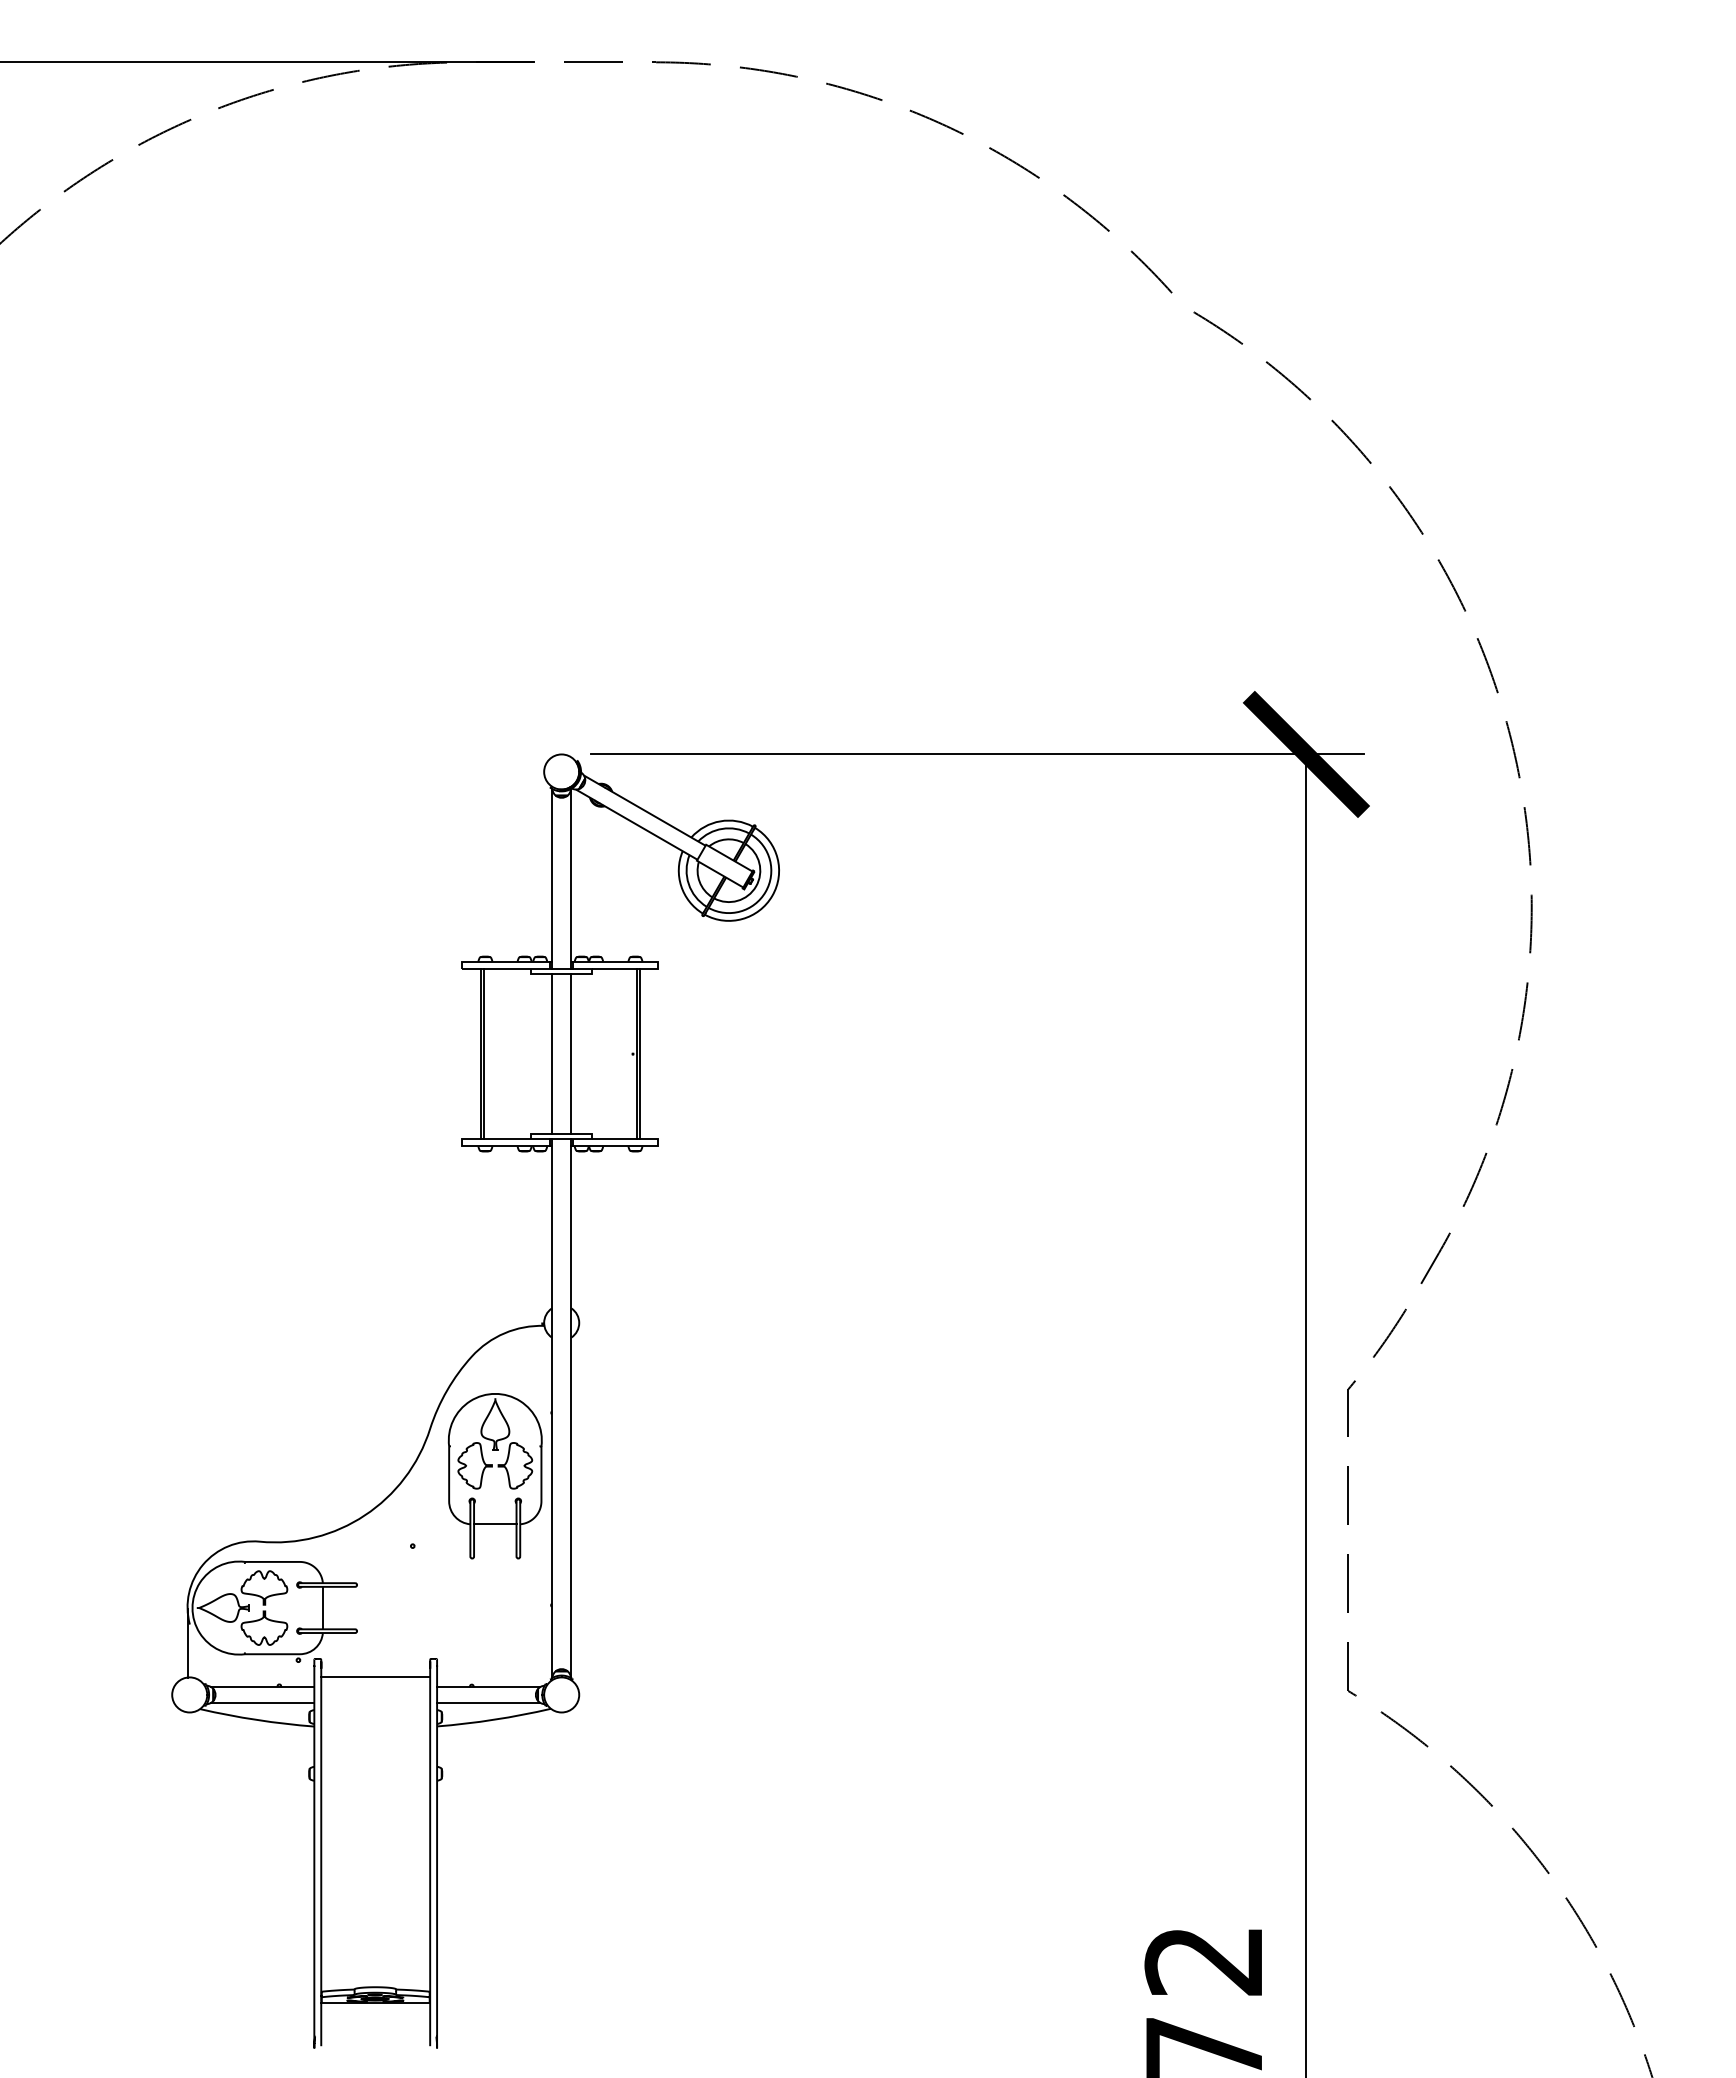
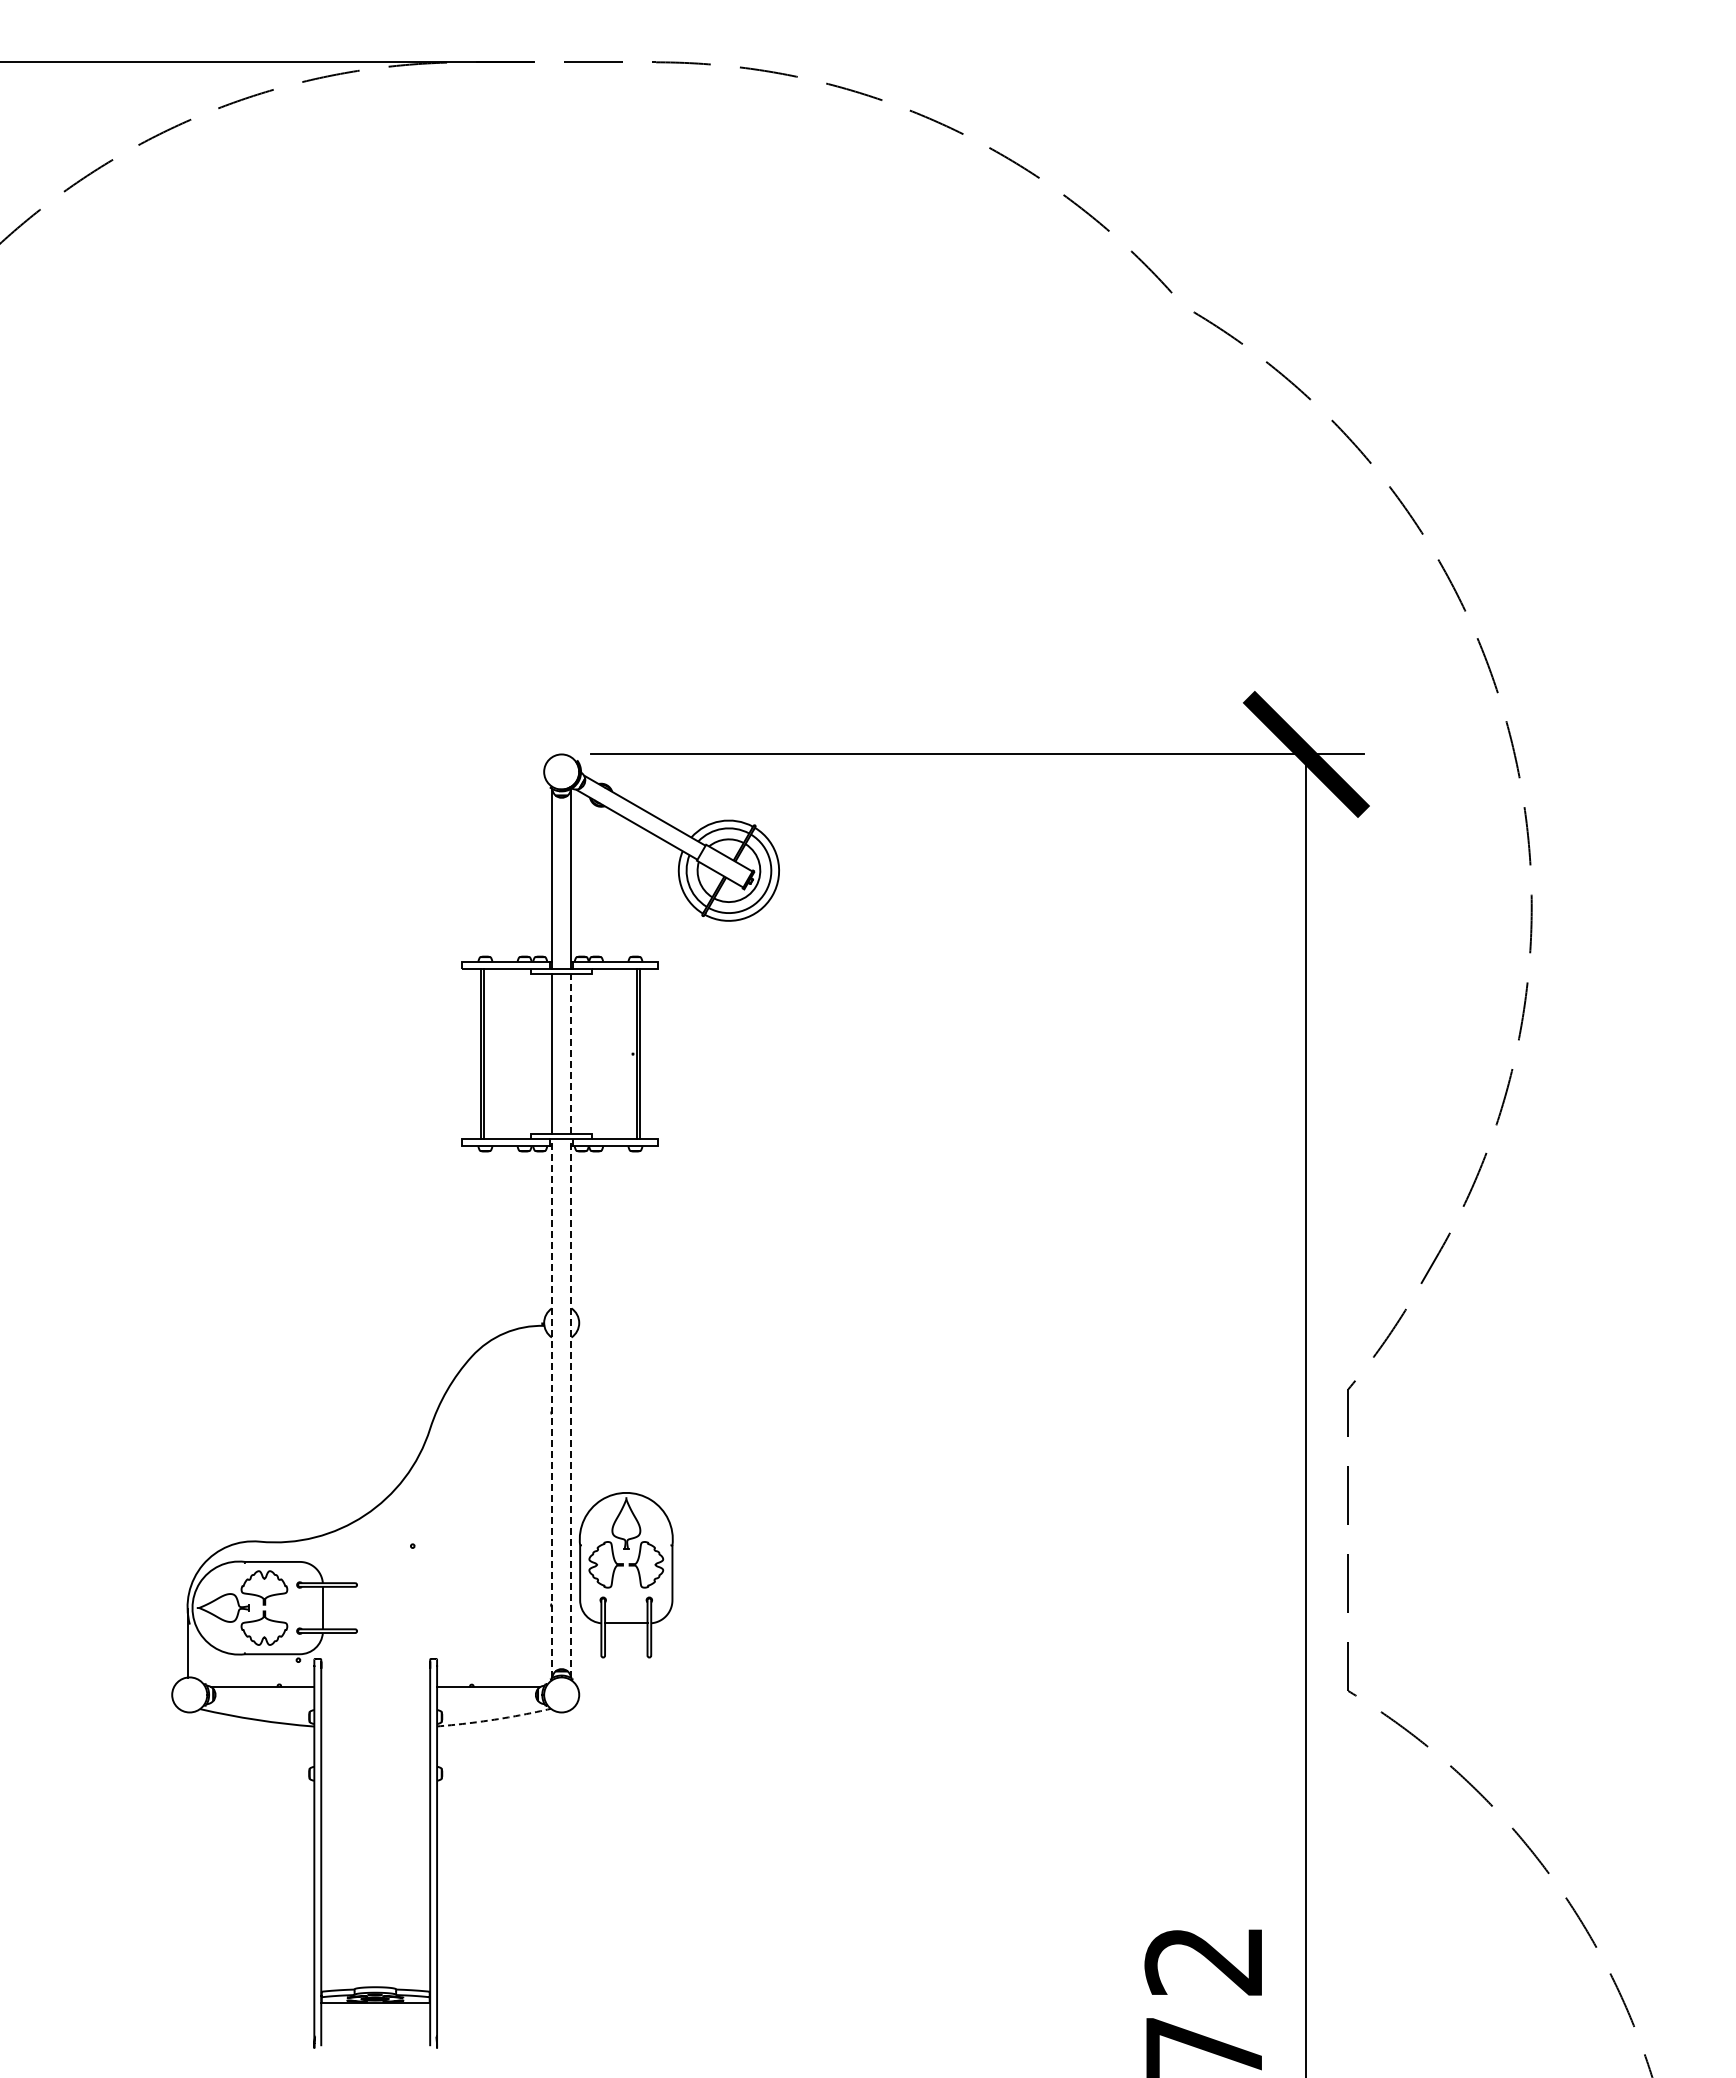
line at (571, 1054): solid -> dashed
line at (551, 1408): solid -> dashed
line at (571, 1408): solid -> dashed
part at (494, 1476) position: (494, 1476) -> (625, 1575)
line at (375, 1676): present -> none
line at (262, 1702): present -> none
line at (488, 1702): present -> none
arc at (494, 1719): solid -> dashed
